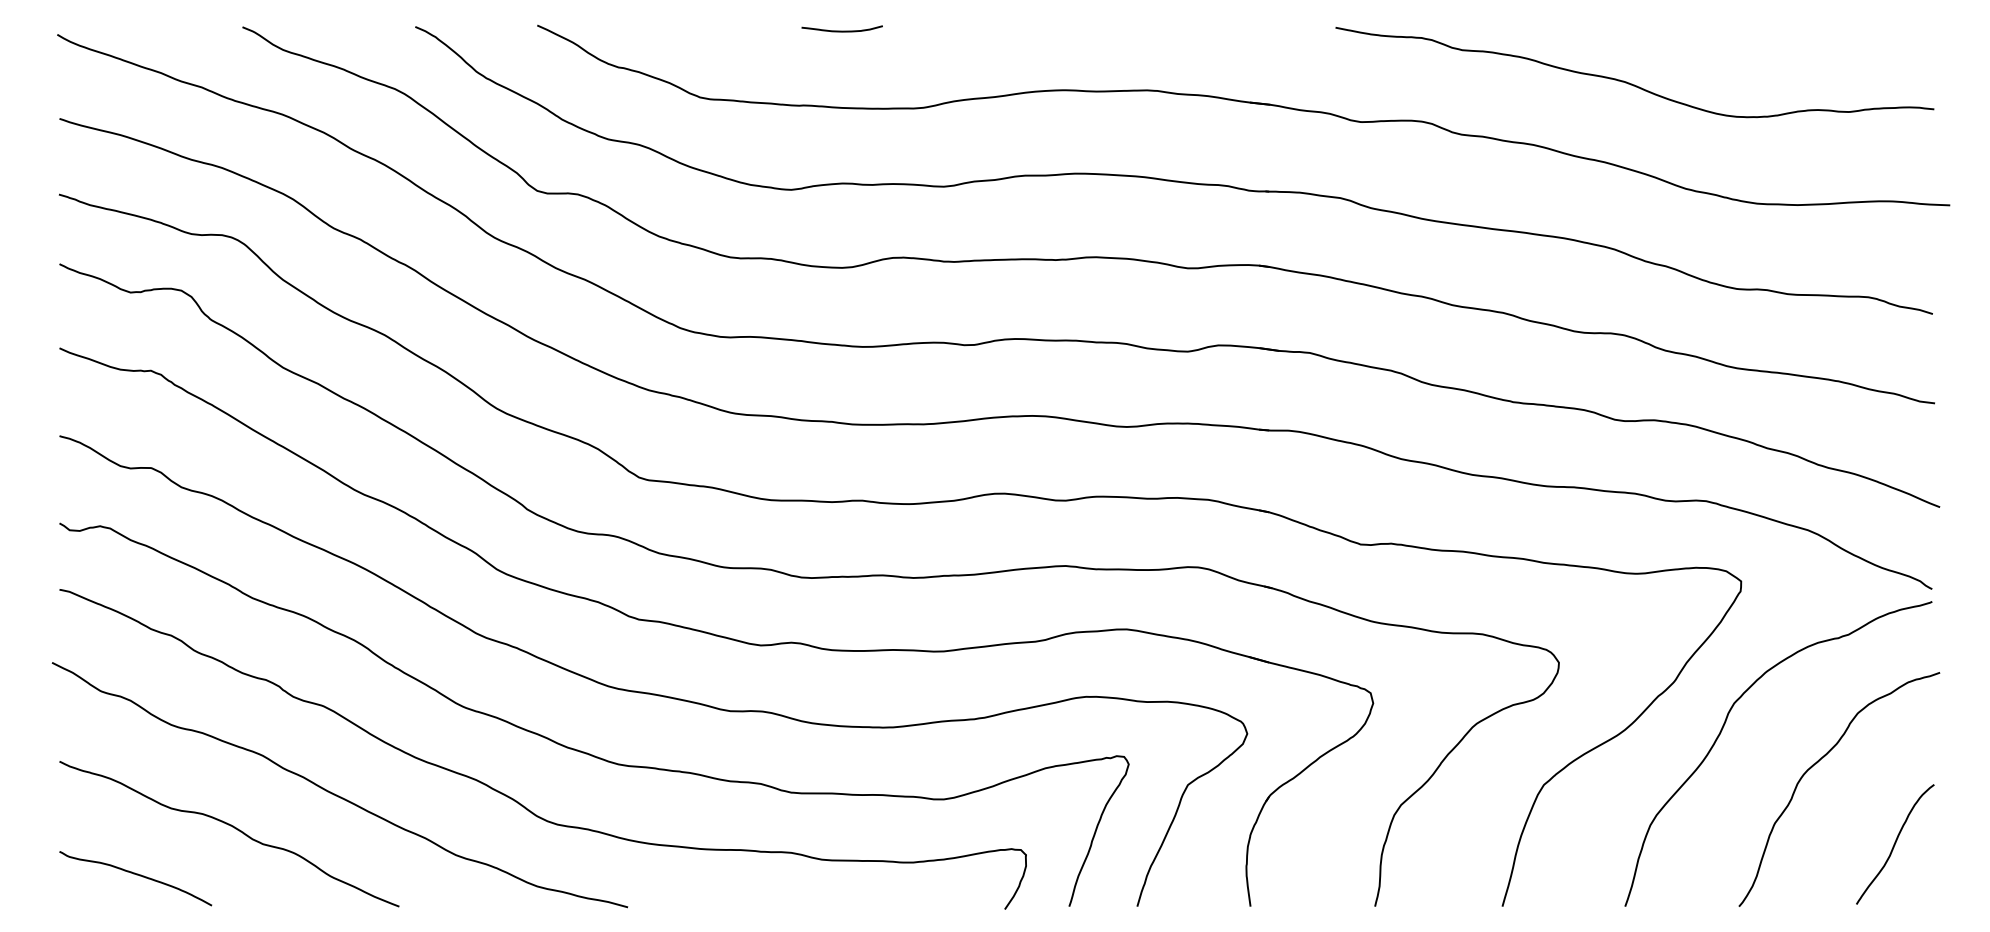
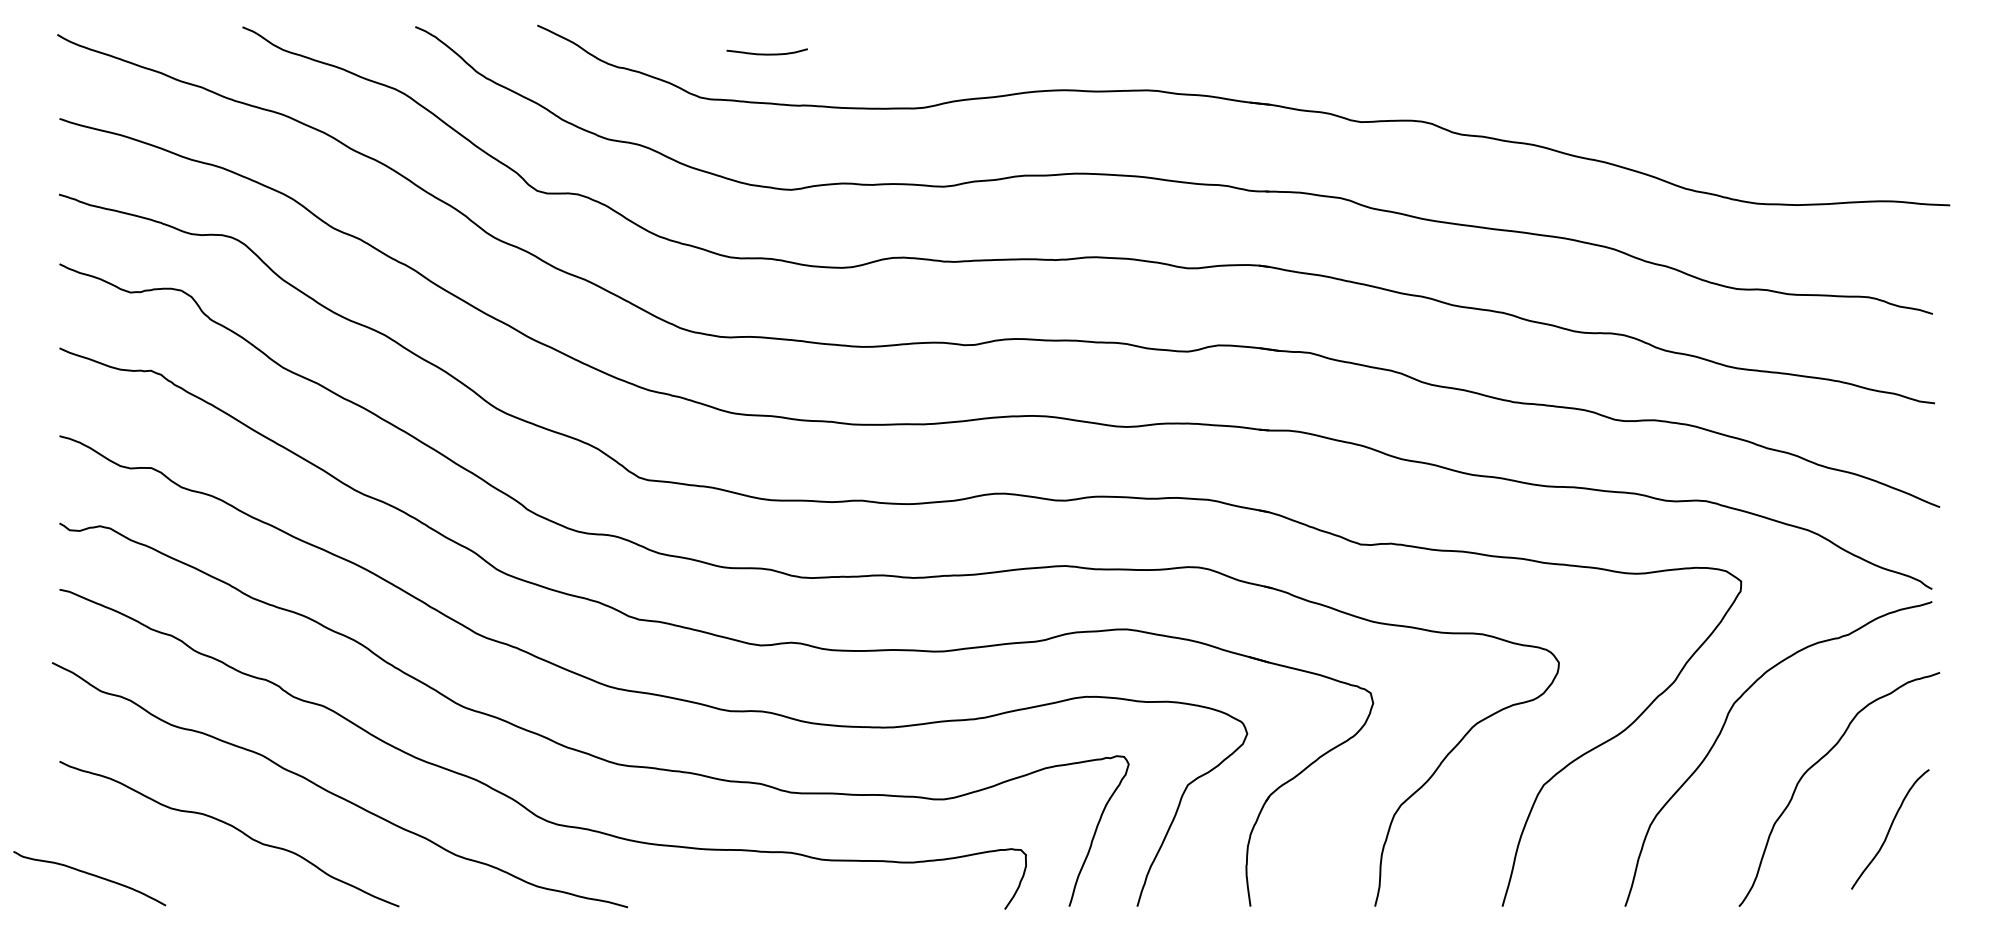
curve at (841, 30) position: (841, 30) -> (766, 53)
curve at (1629, 82): present -> none
curve at (1895, 844) position: (1895, 844) -> (1890, 829)
curve at (136, 875) position: (136, 875) -> (90, 875)
